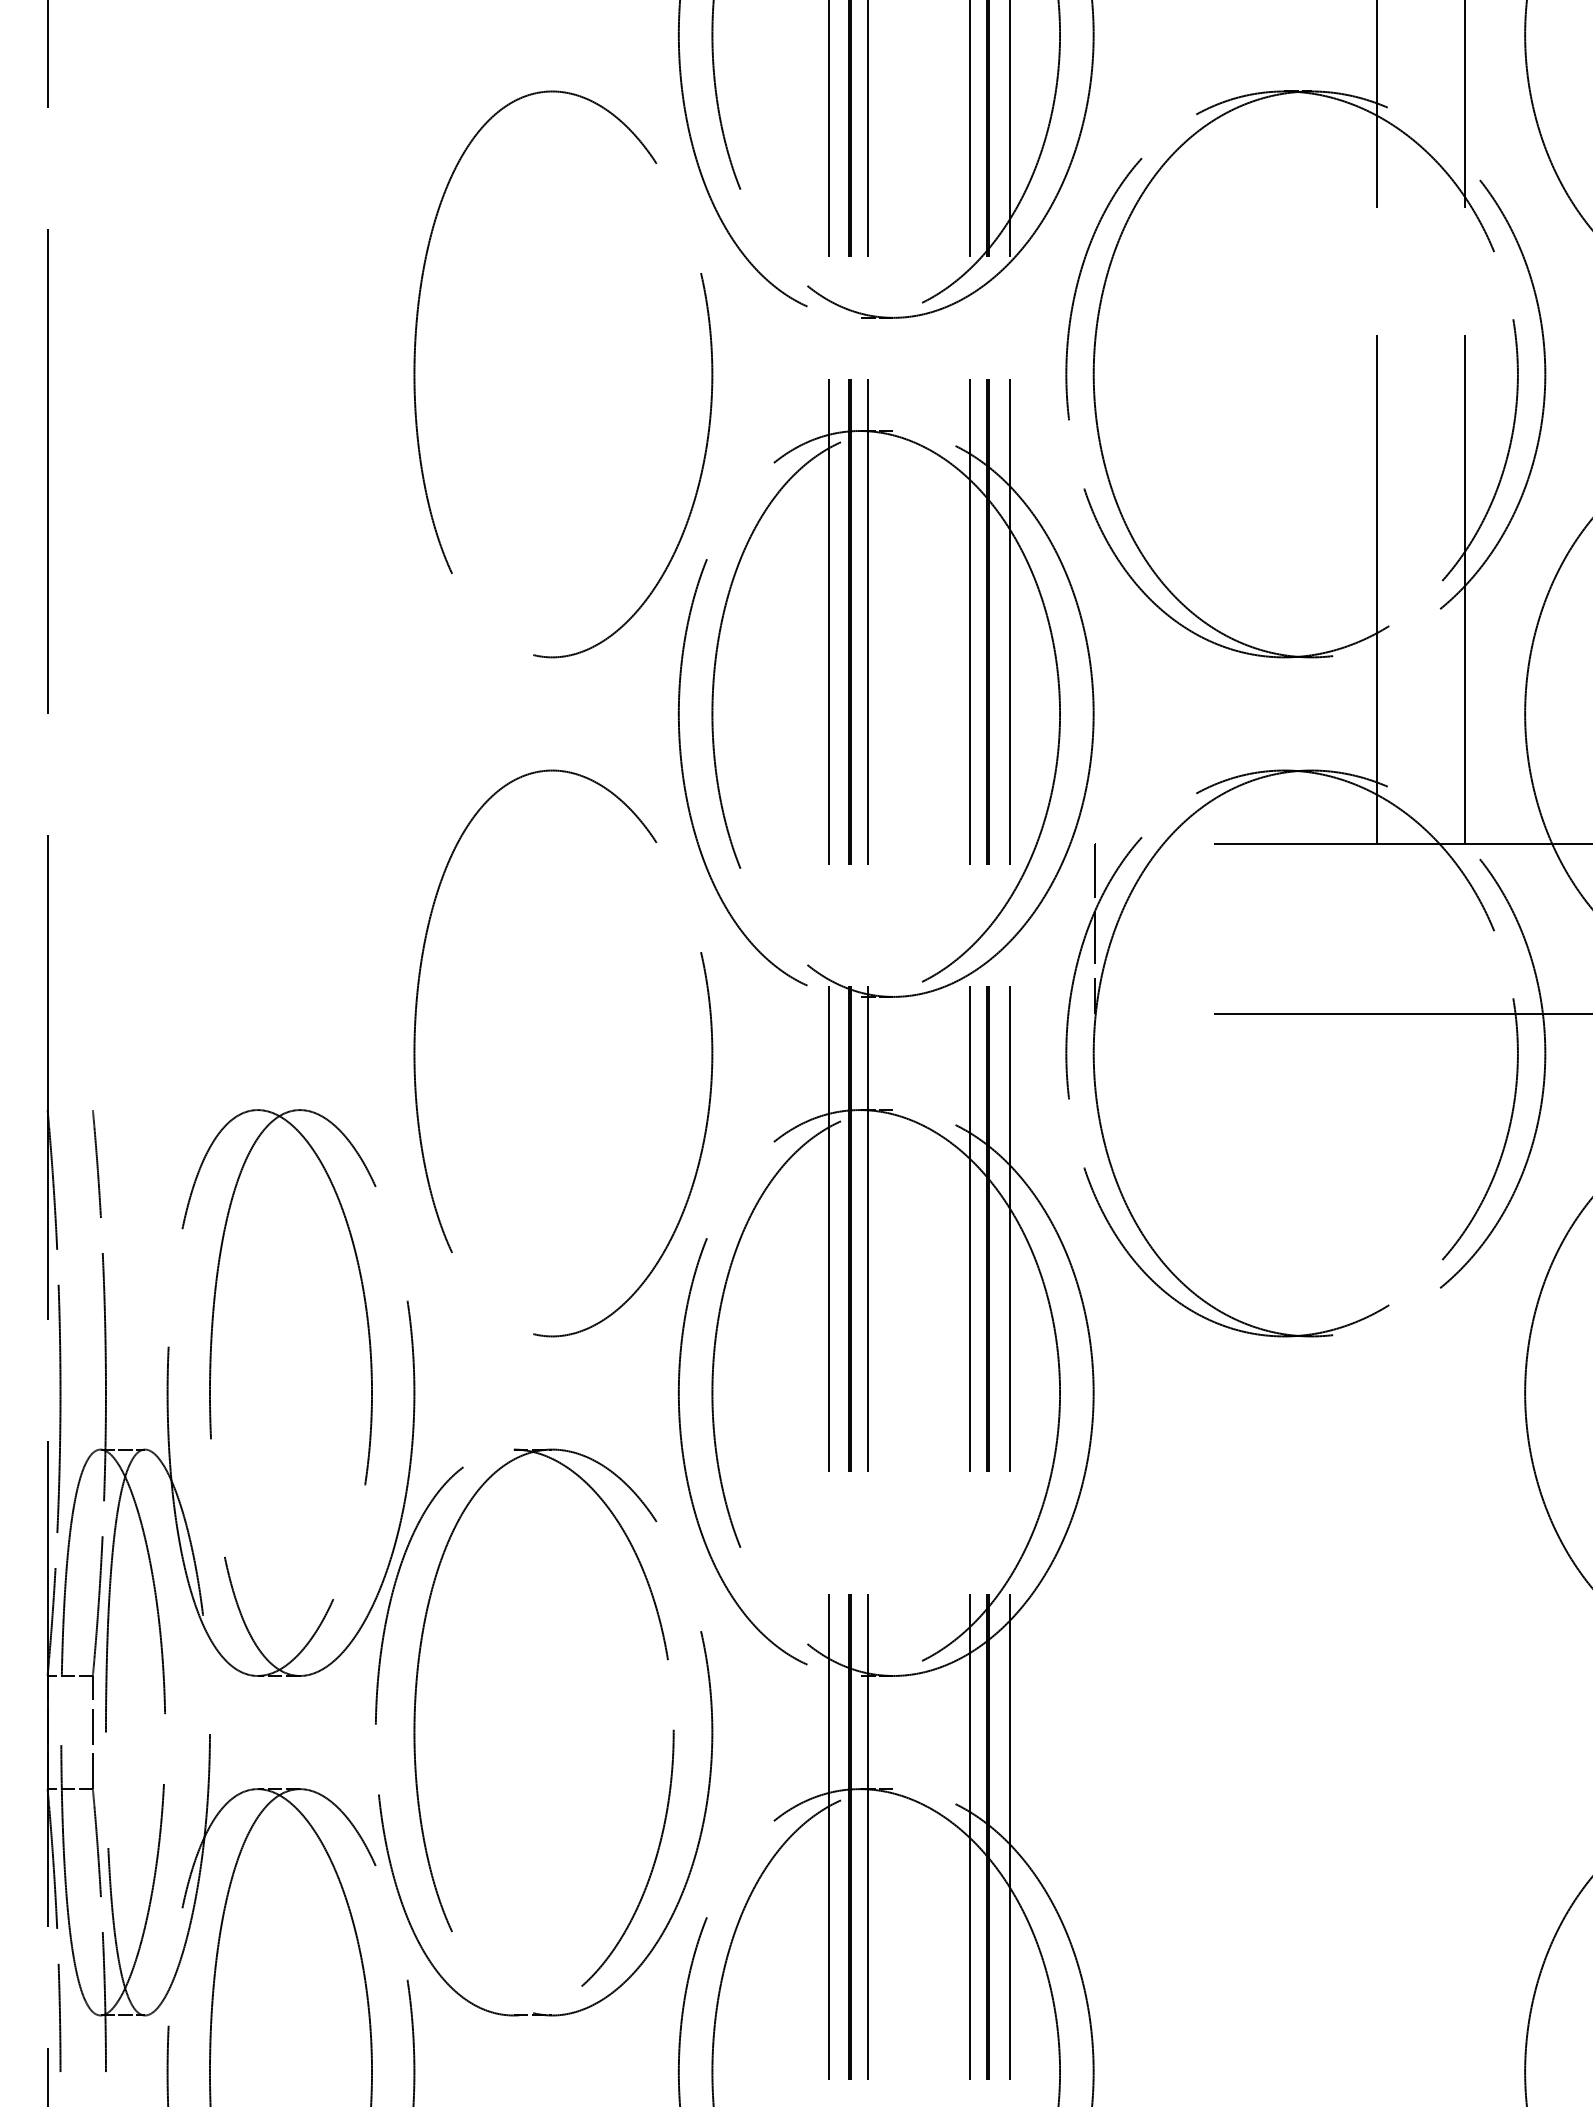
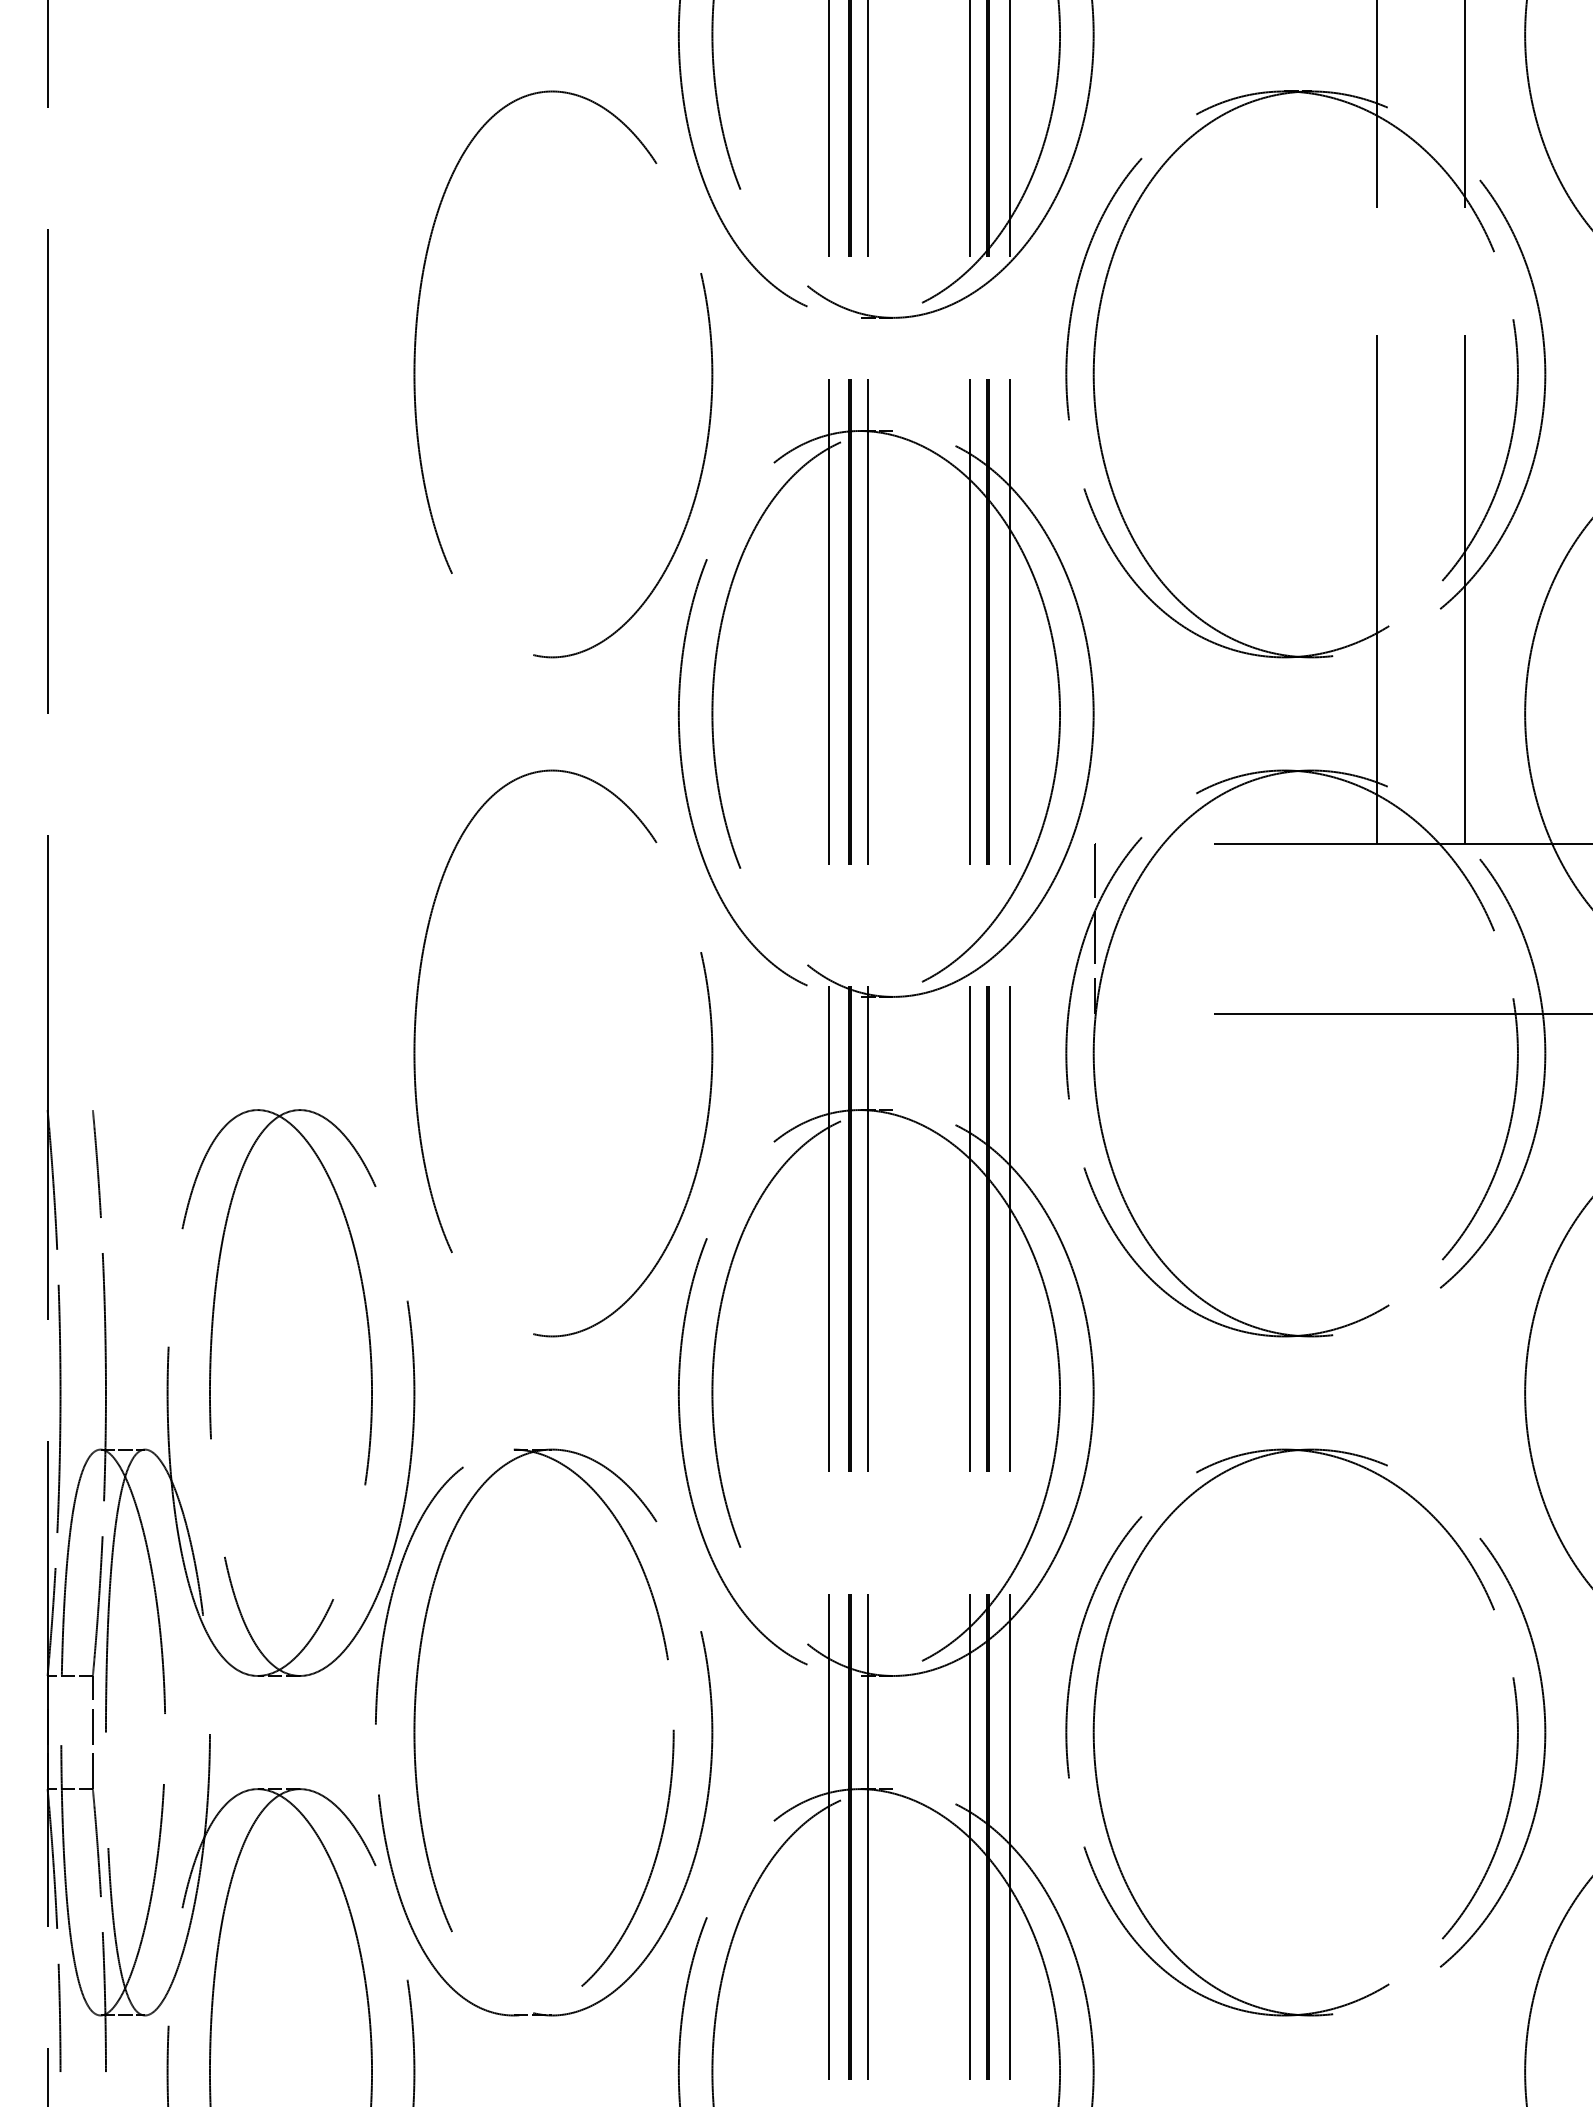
part at (1095, 1714): none -> present
